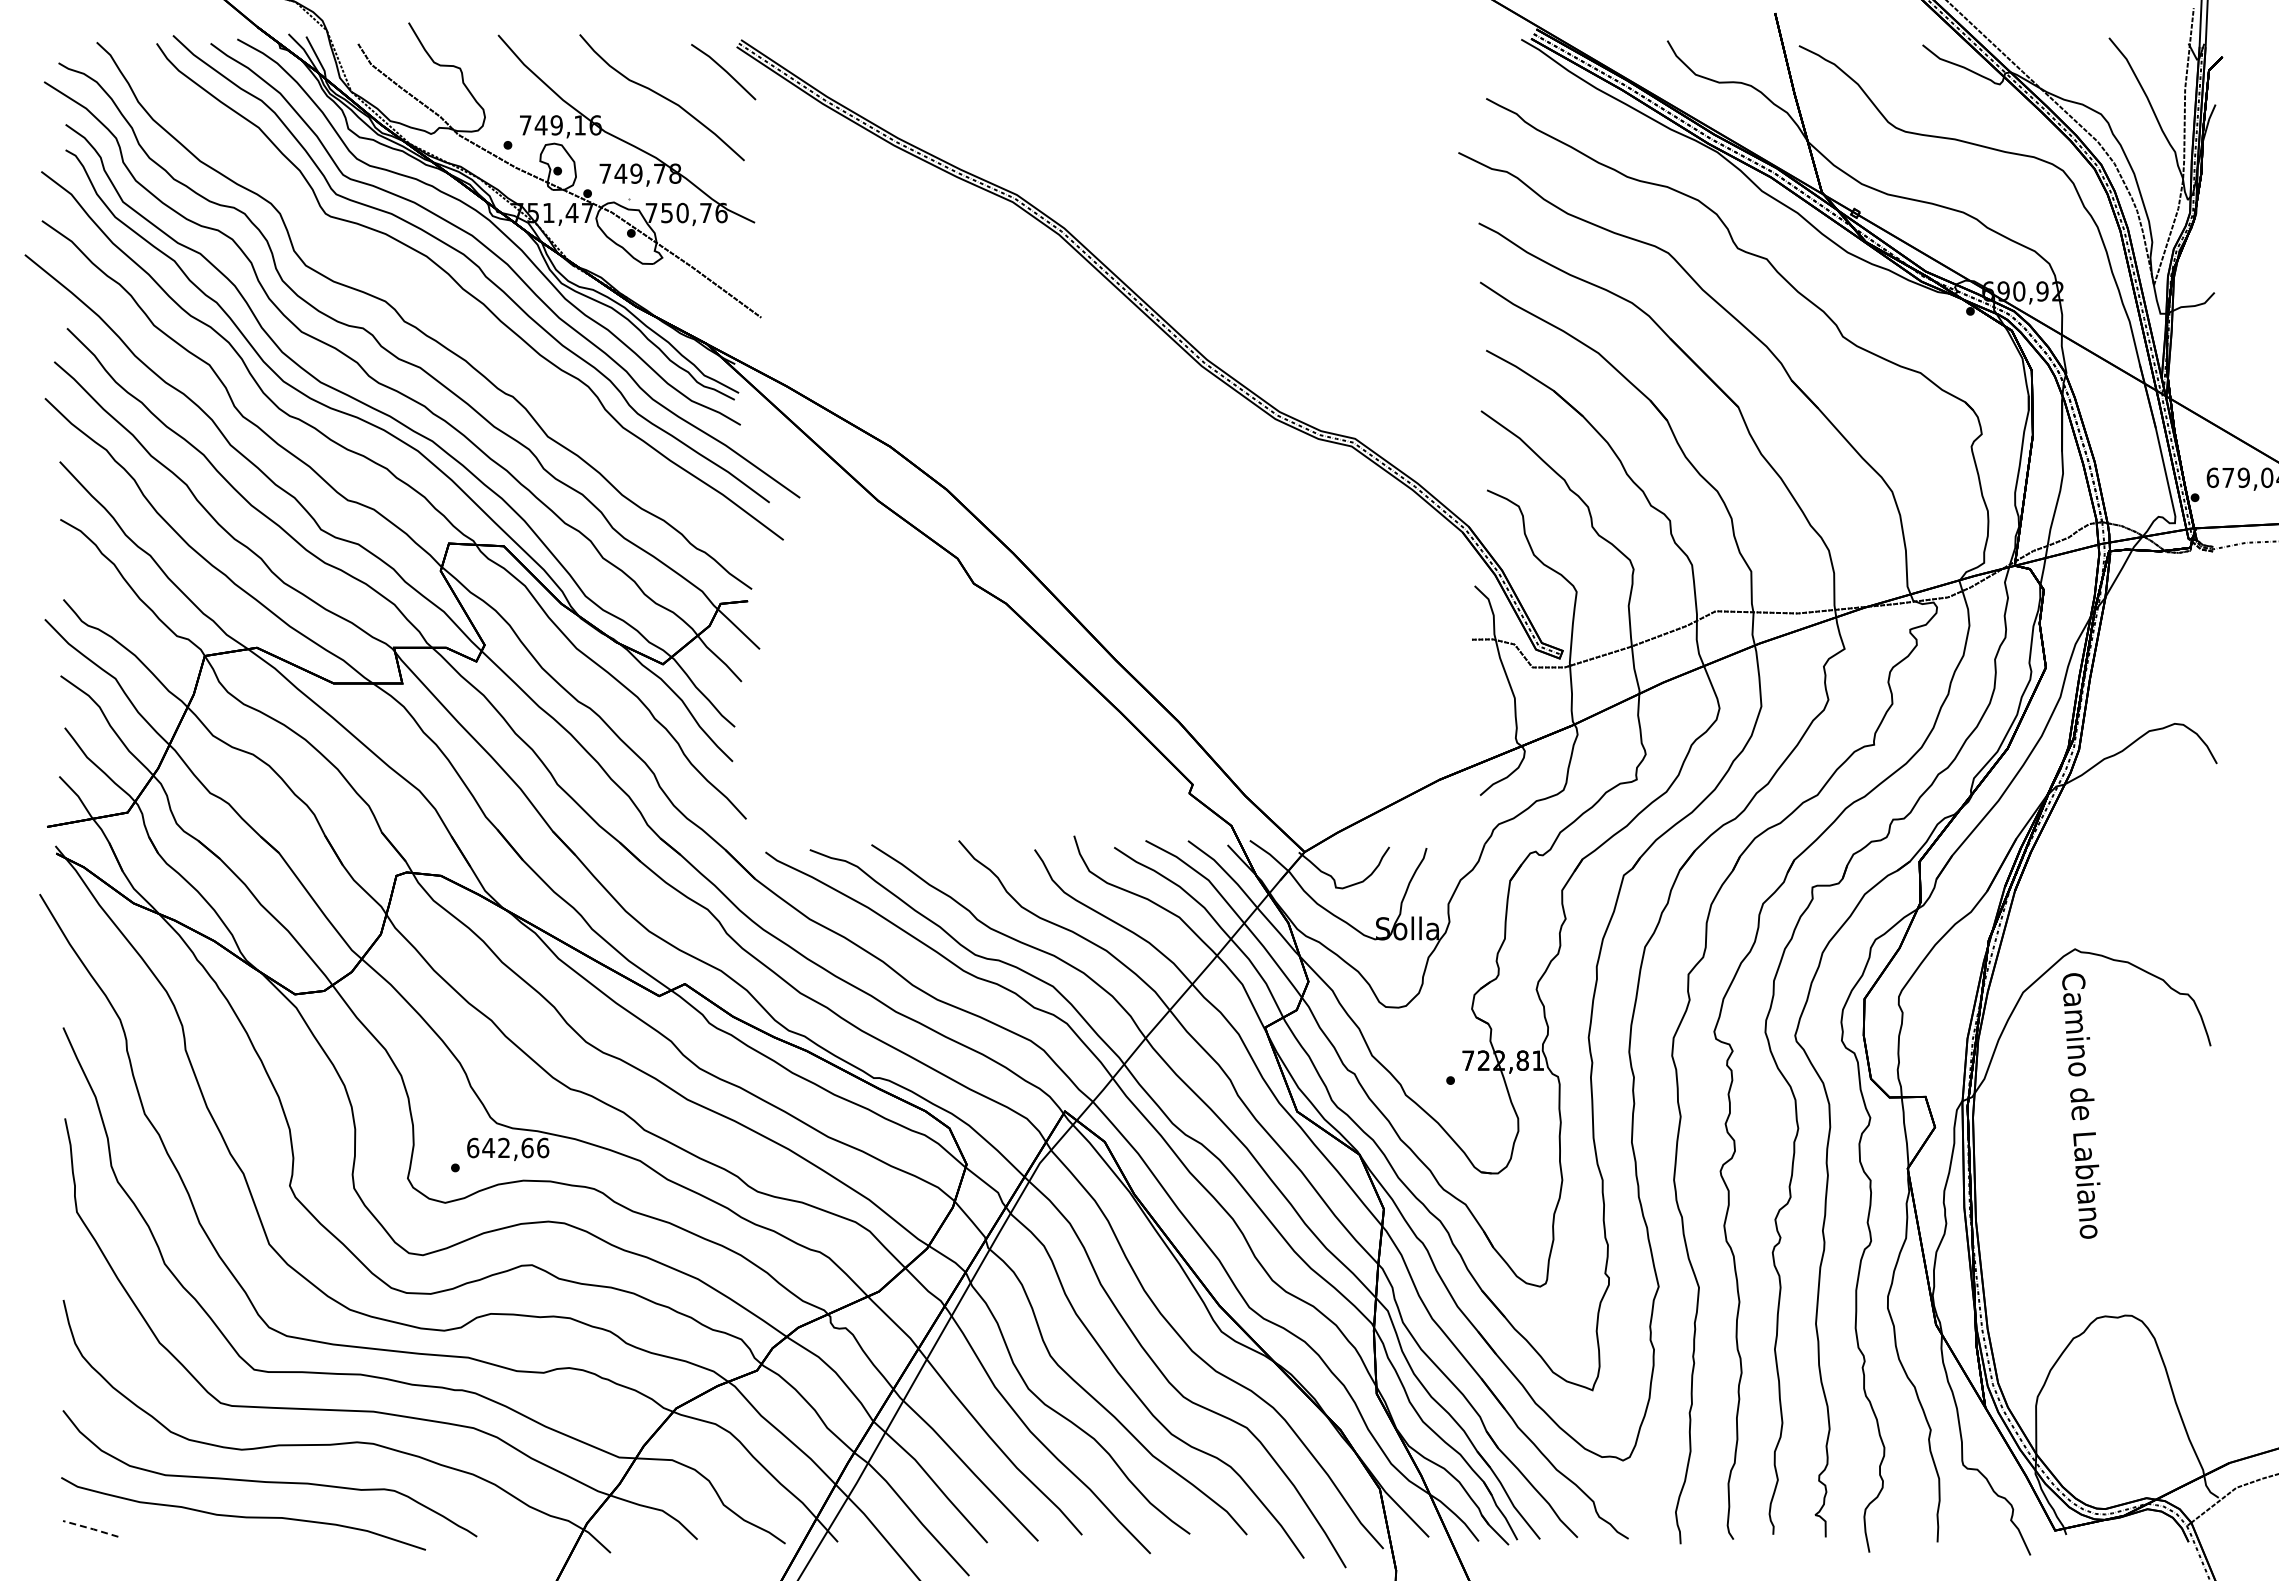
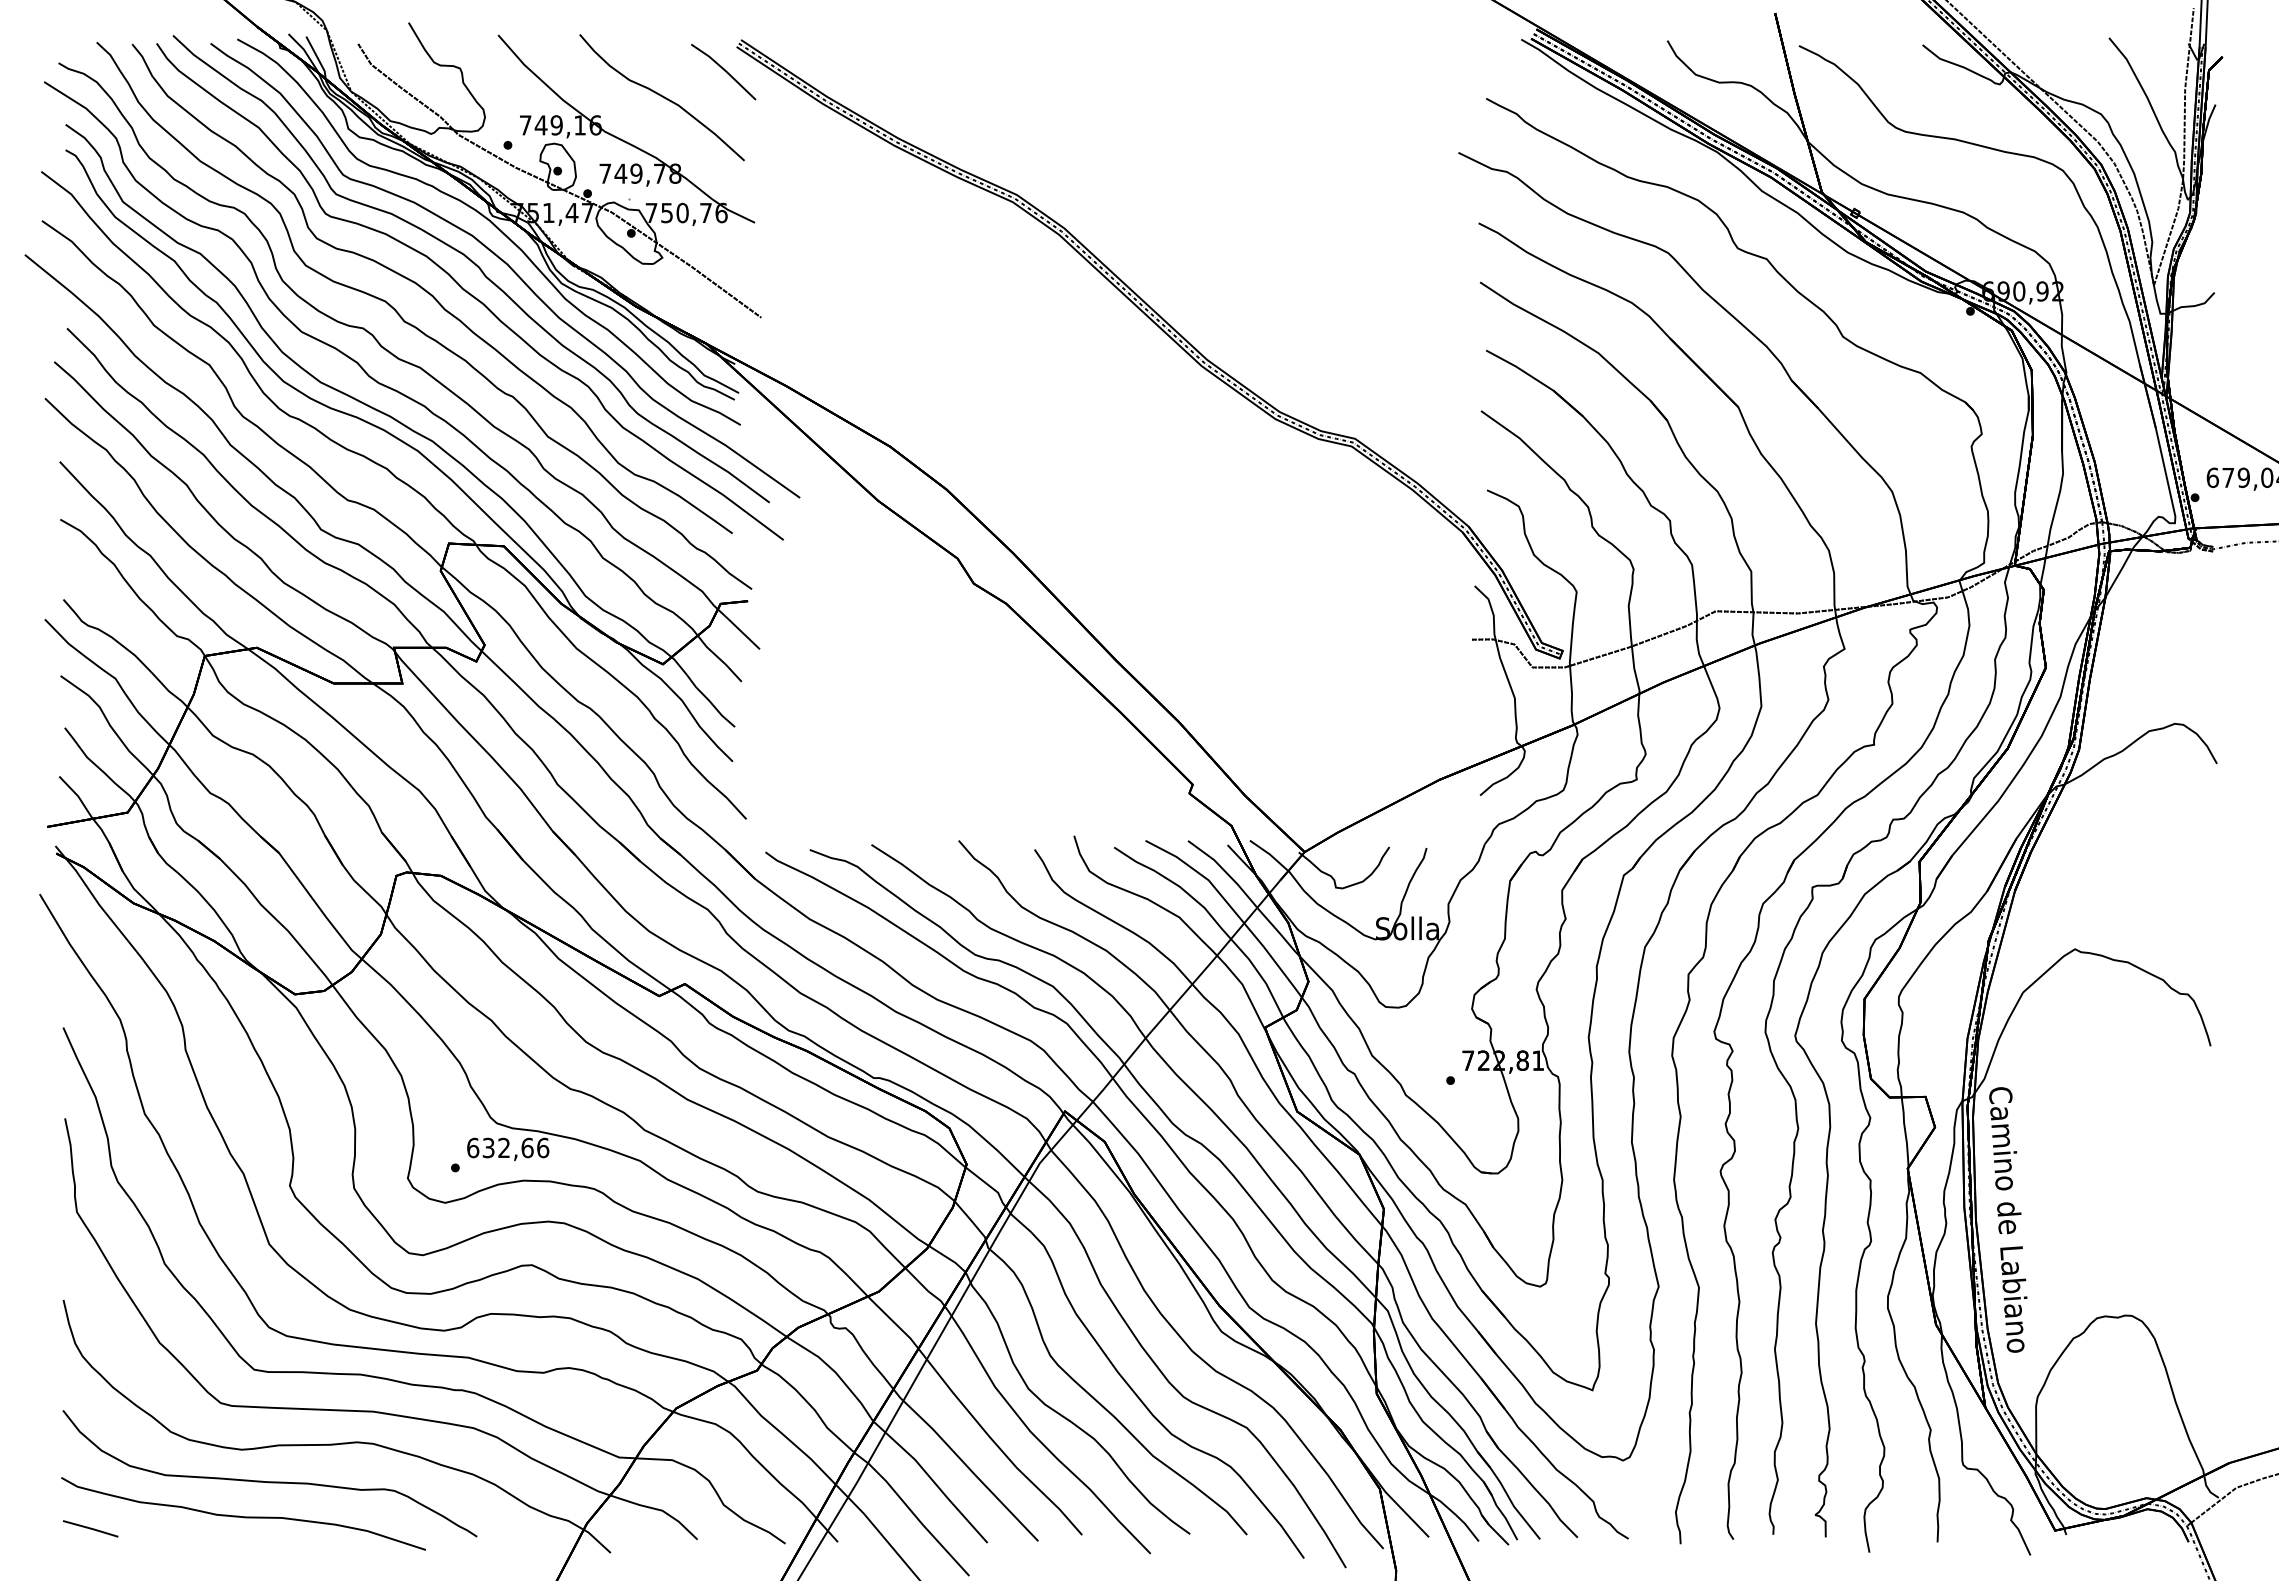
curve at (428, 291): none -> present
text at (2081, 1105) position: (2081, 1105) -> (2008, 1219)
text at (488, 1147): 642,66 -> 632,66
line at (90, 1528): dashed -> solid
